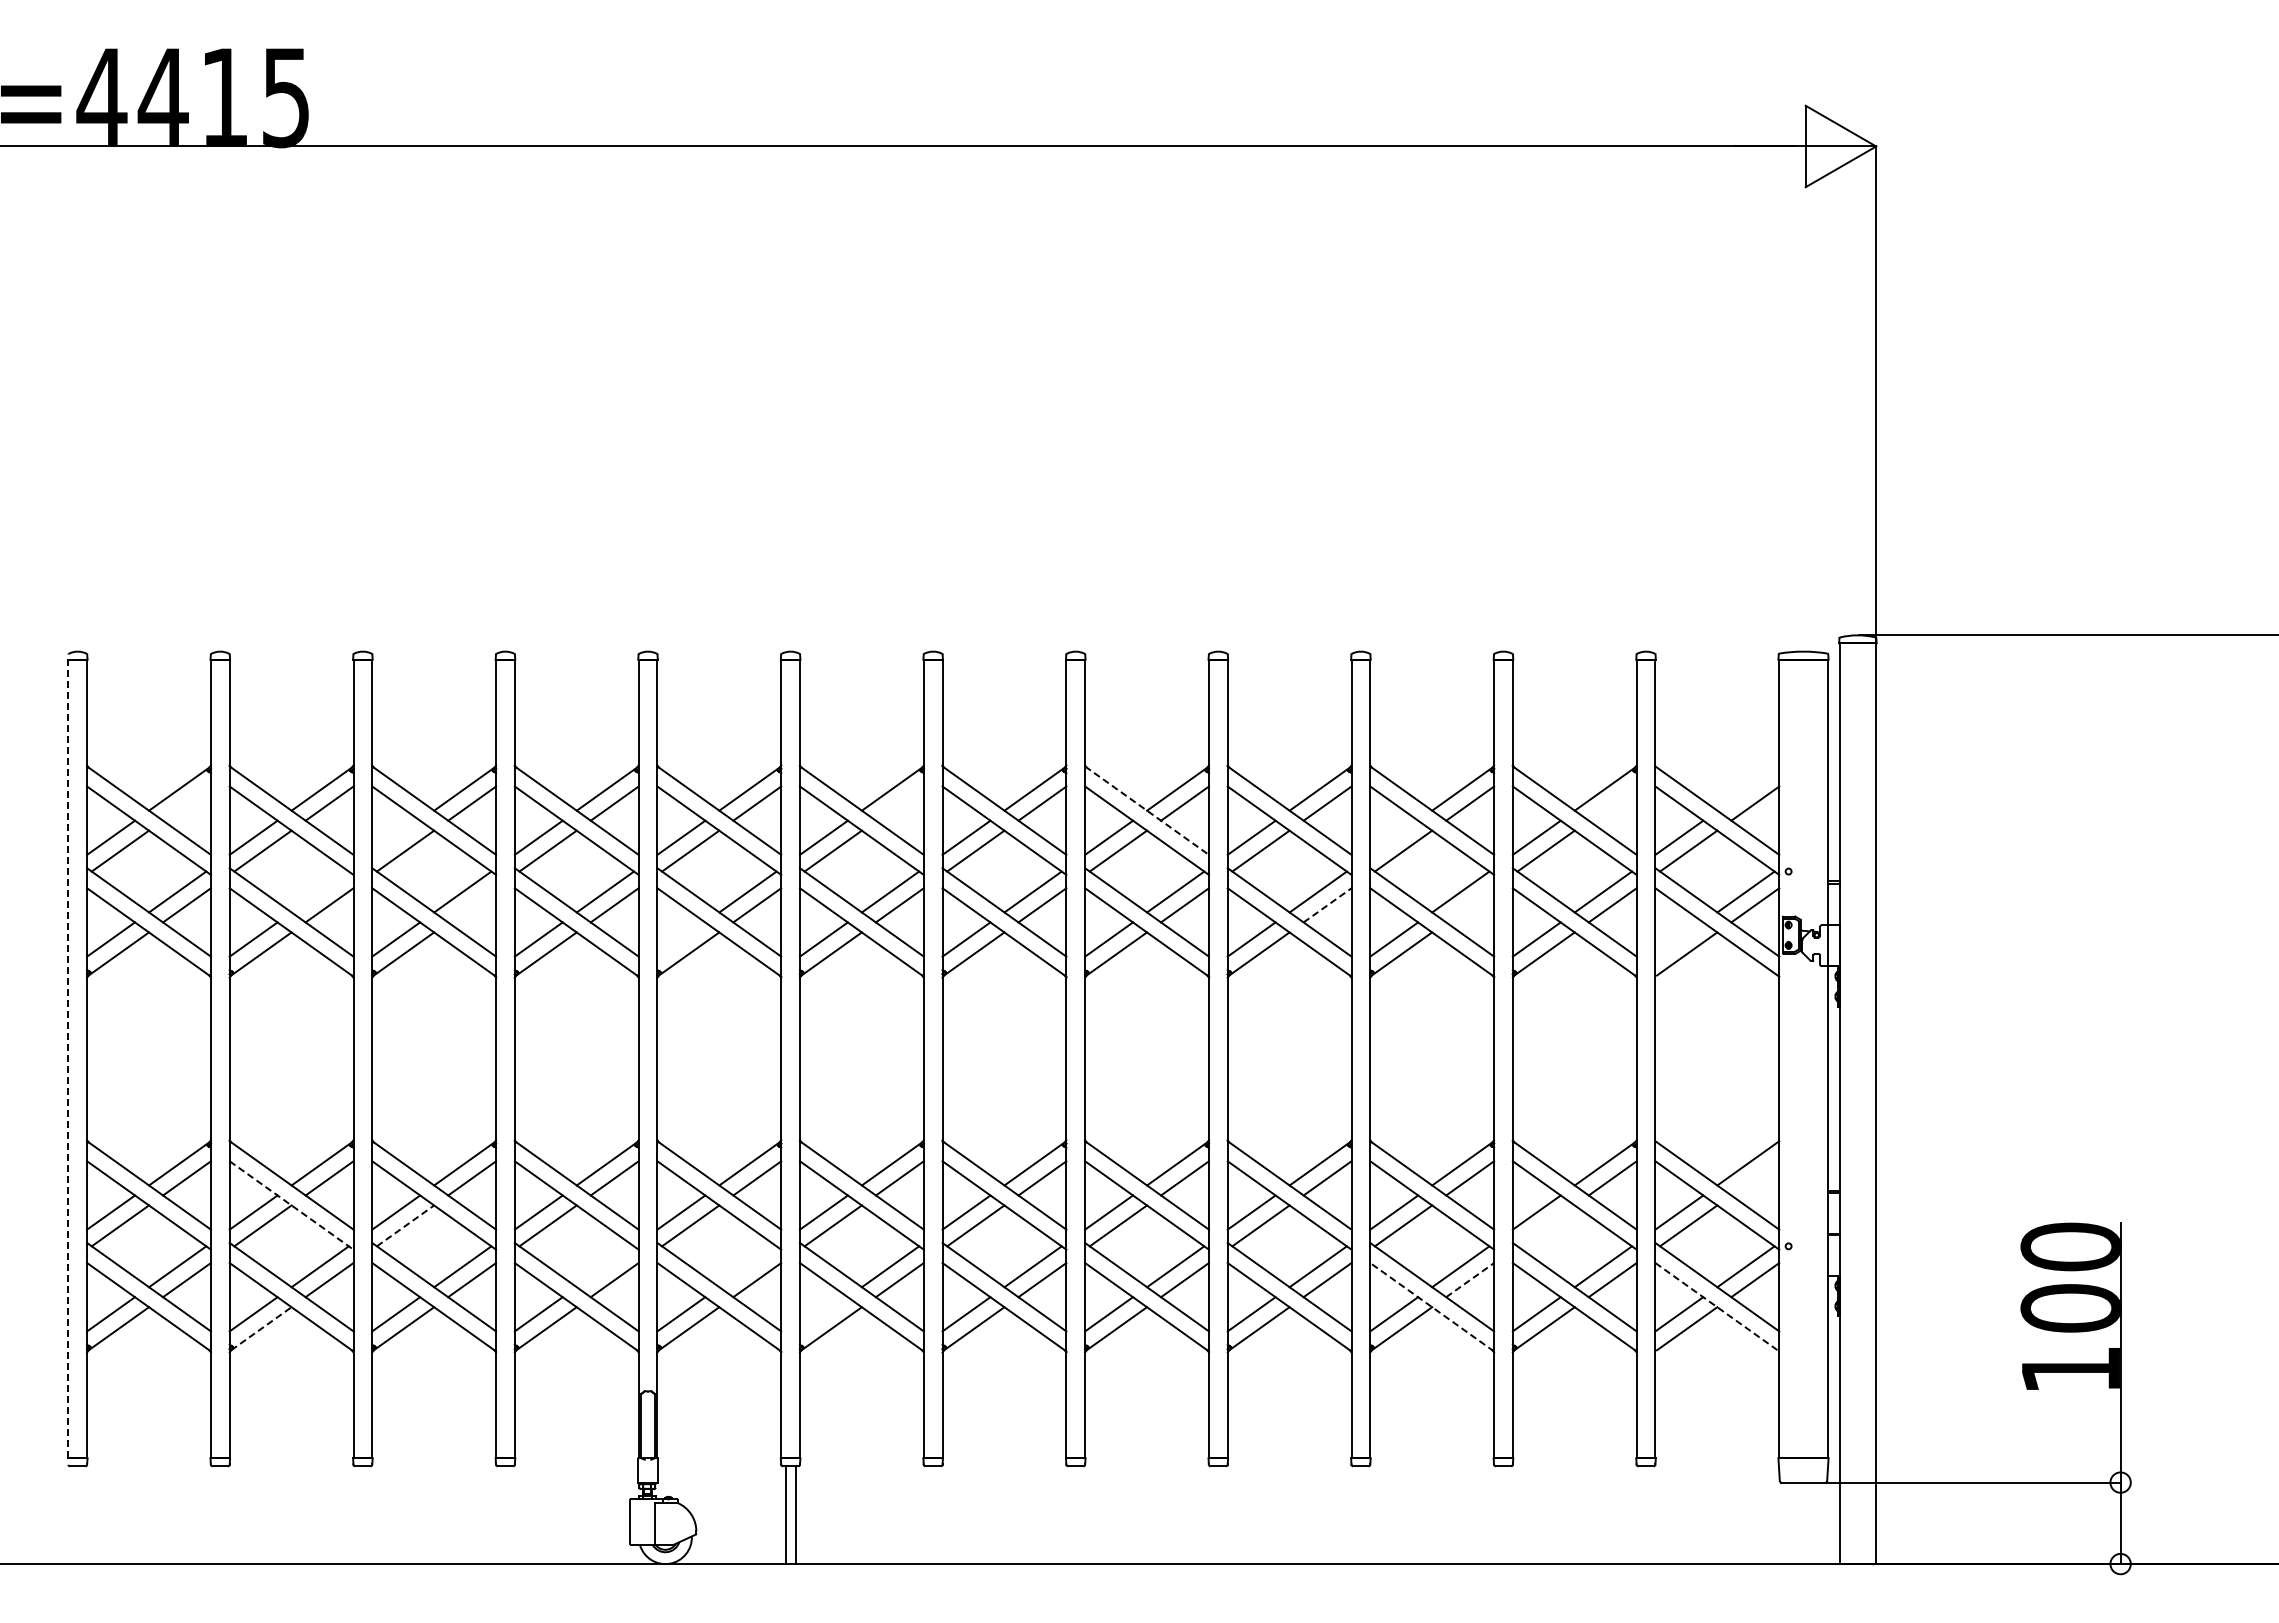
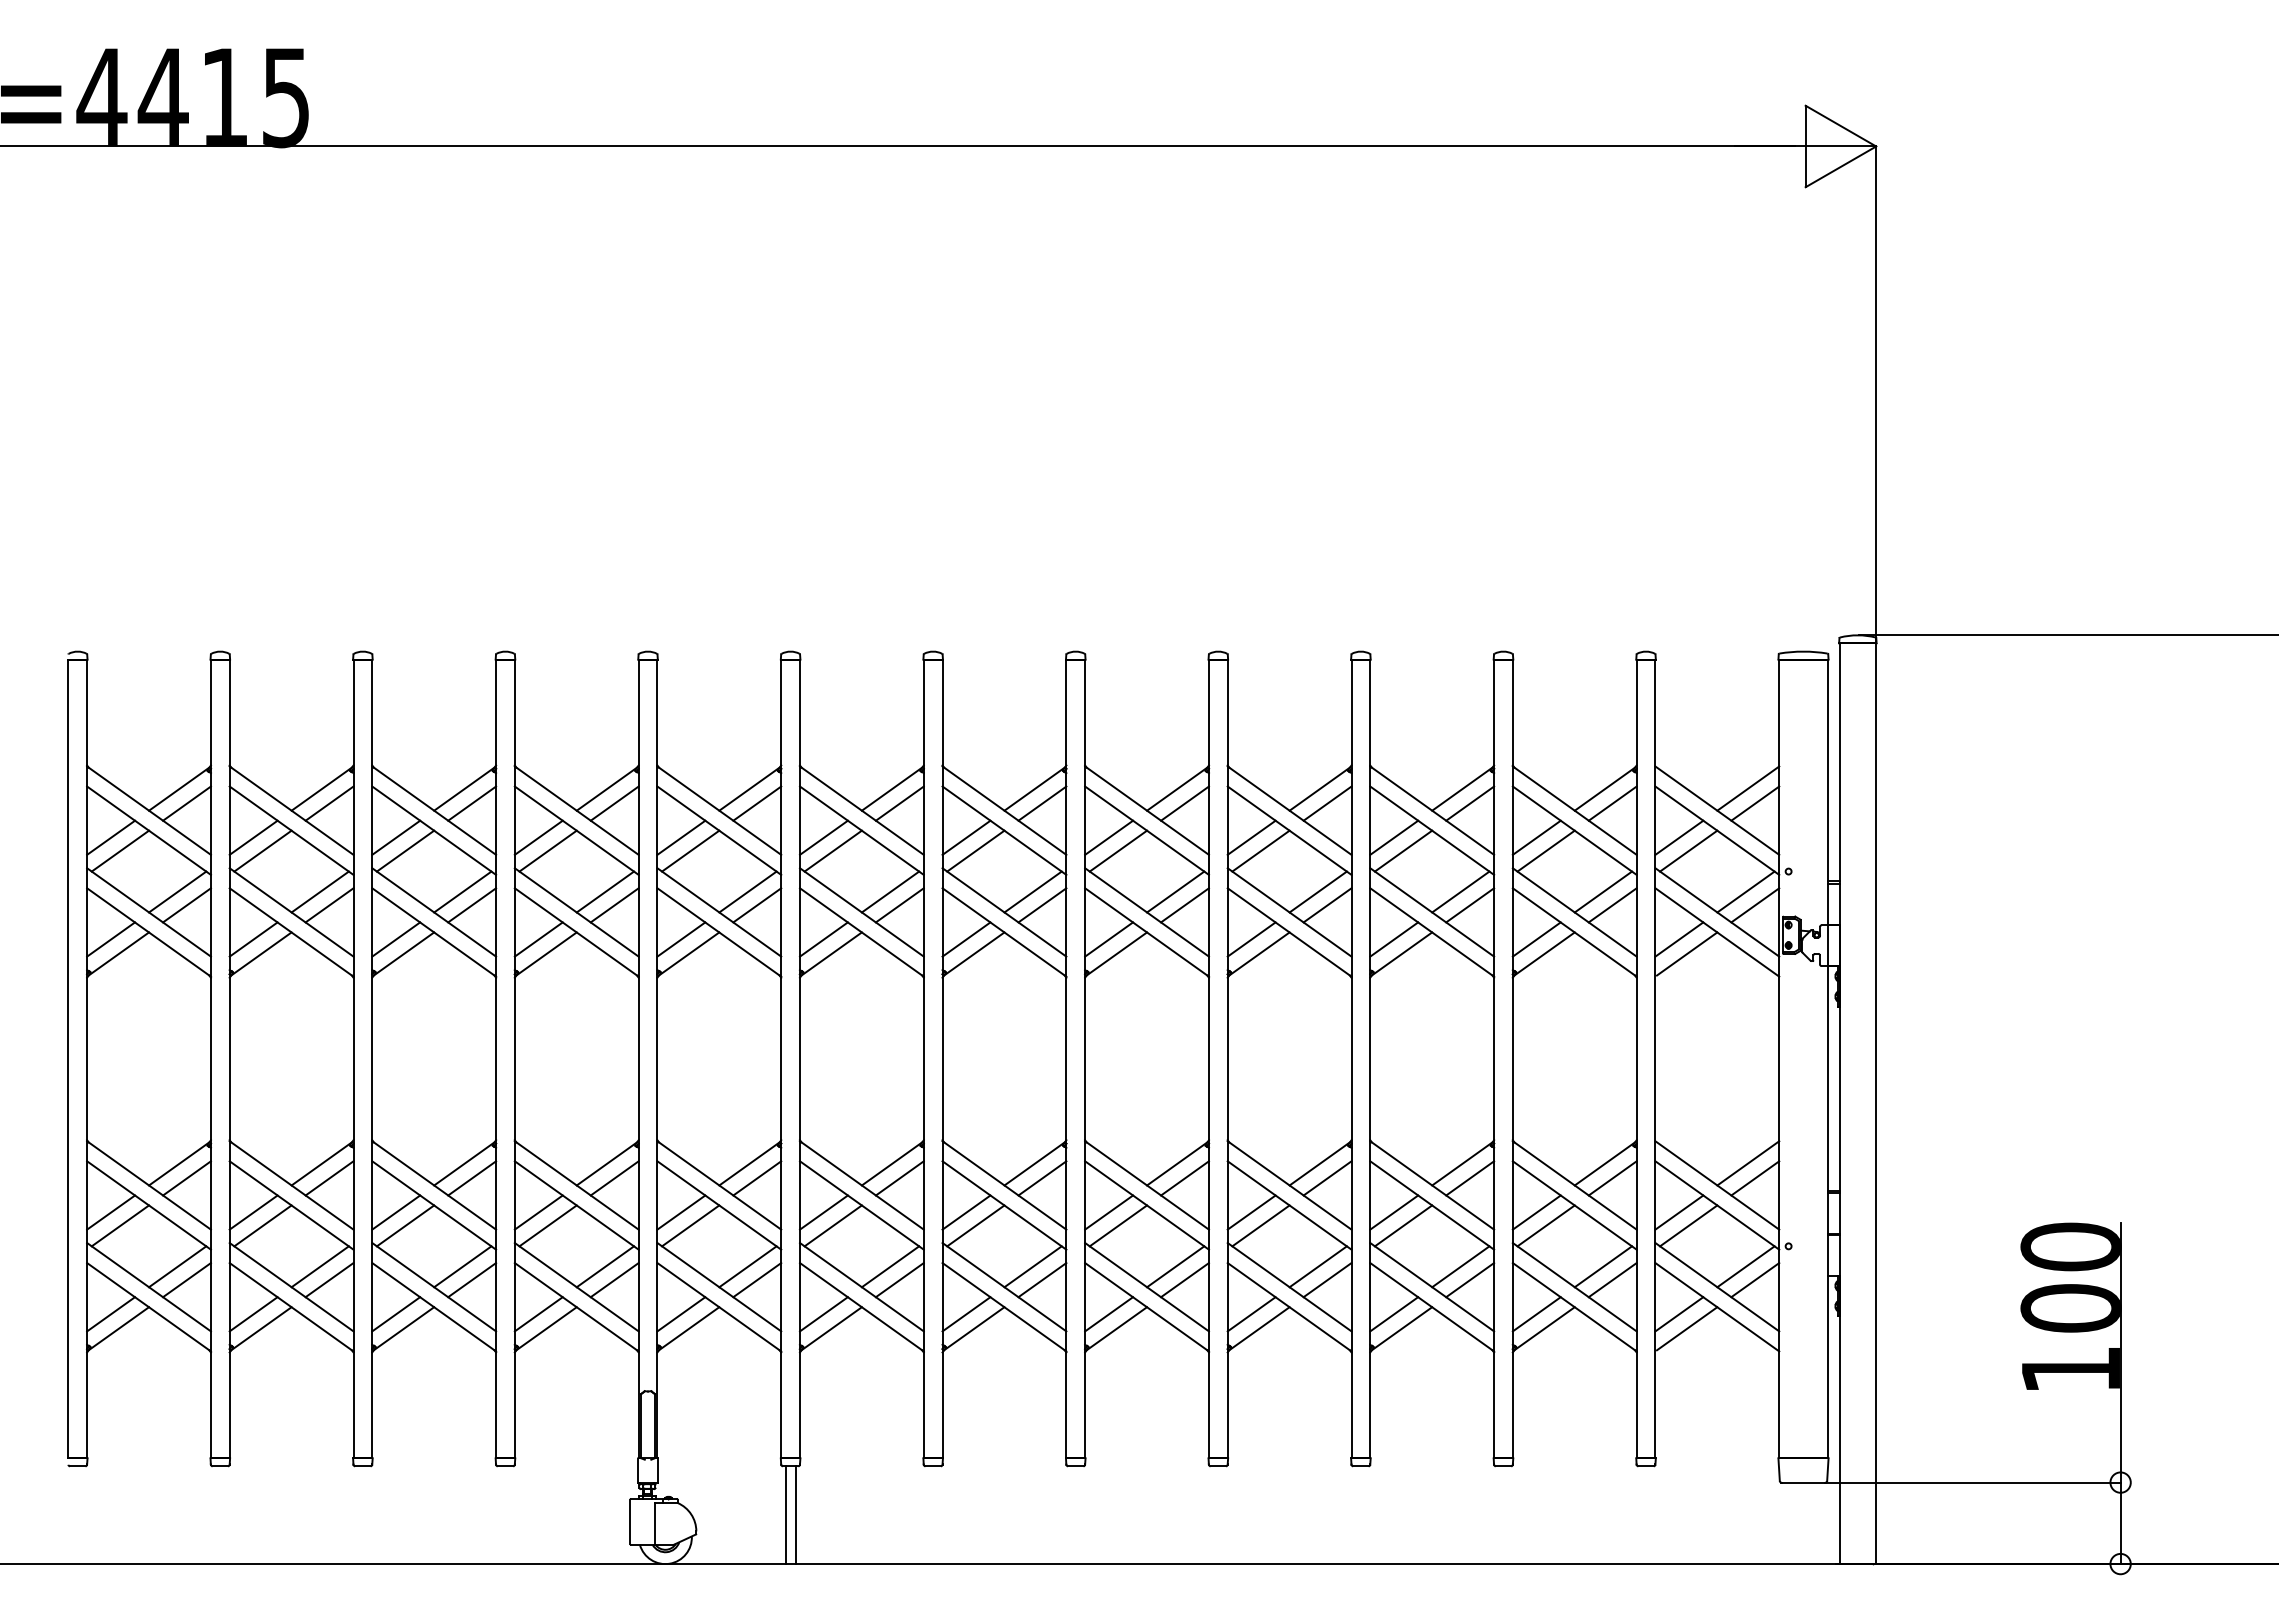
line at (1748, 788): none -> present
line at (186, 803): none -> present
line at (899, 803): none -> present
line at (1612, 803): none -> present
line at (1147, 810): dashed -> solid
line at (396, 837): none -> present
line at (1394, 837): none -> present
line at (319, 891): none -> present
line at (472, 905): none -> present
line at (1327, 905): dashed -> solid
line at (1470, 905): none -> present
line at (681, 939): none -> present
line at (1679, 939): none -> present
line at (68, 1058): dashed -> solid
line at (1755, 1178): none -> present
line at (292, 1205): dashed -> solid
line at (405, 1225): dashed -> solid
line at (1545, 1225): none -> present
line at (605, 1266): none -> present
line at (747, 1266): none -> present
line at (1470, 1279): dashed -> solid
line at (1431, 1306): dashed -> solid
line at (1717, 1307): dashed -> solid
line at (823, 1314): none -> present
line at (261, 1328): dashed -> solid
